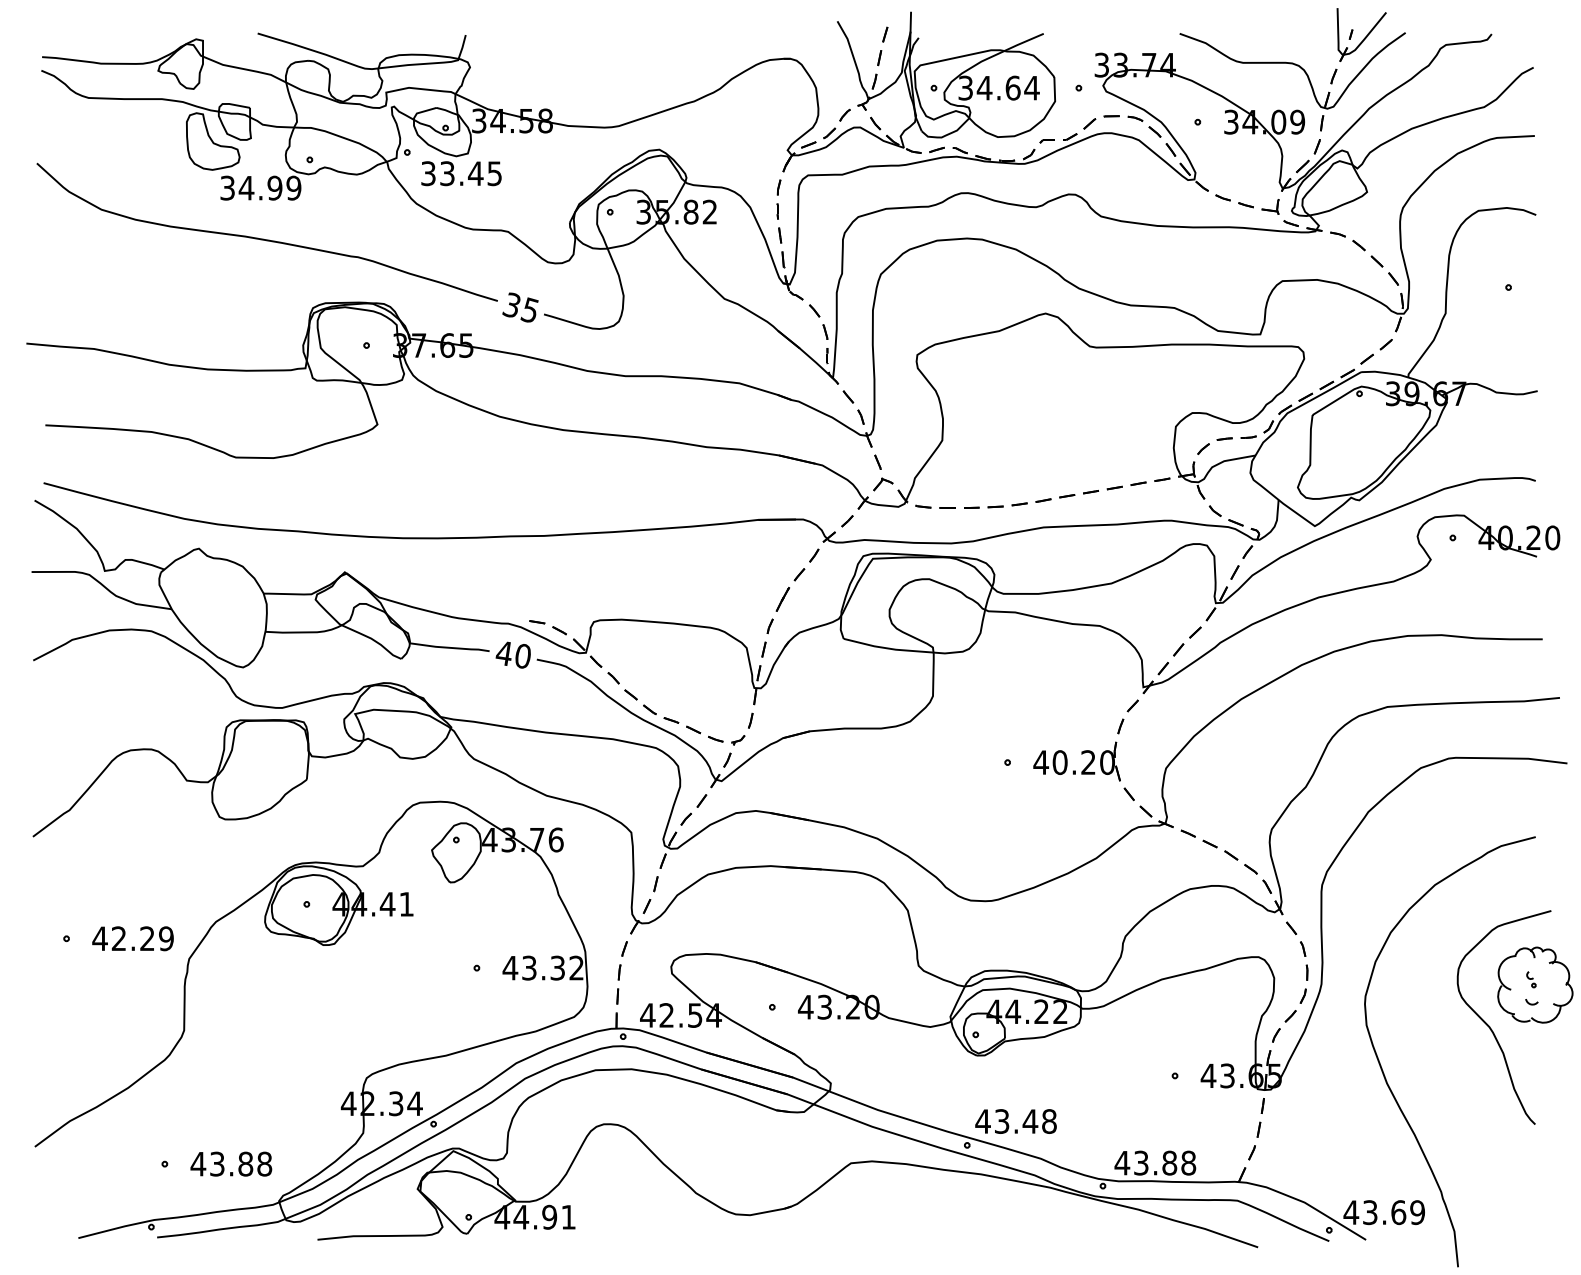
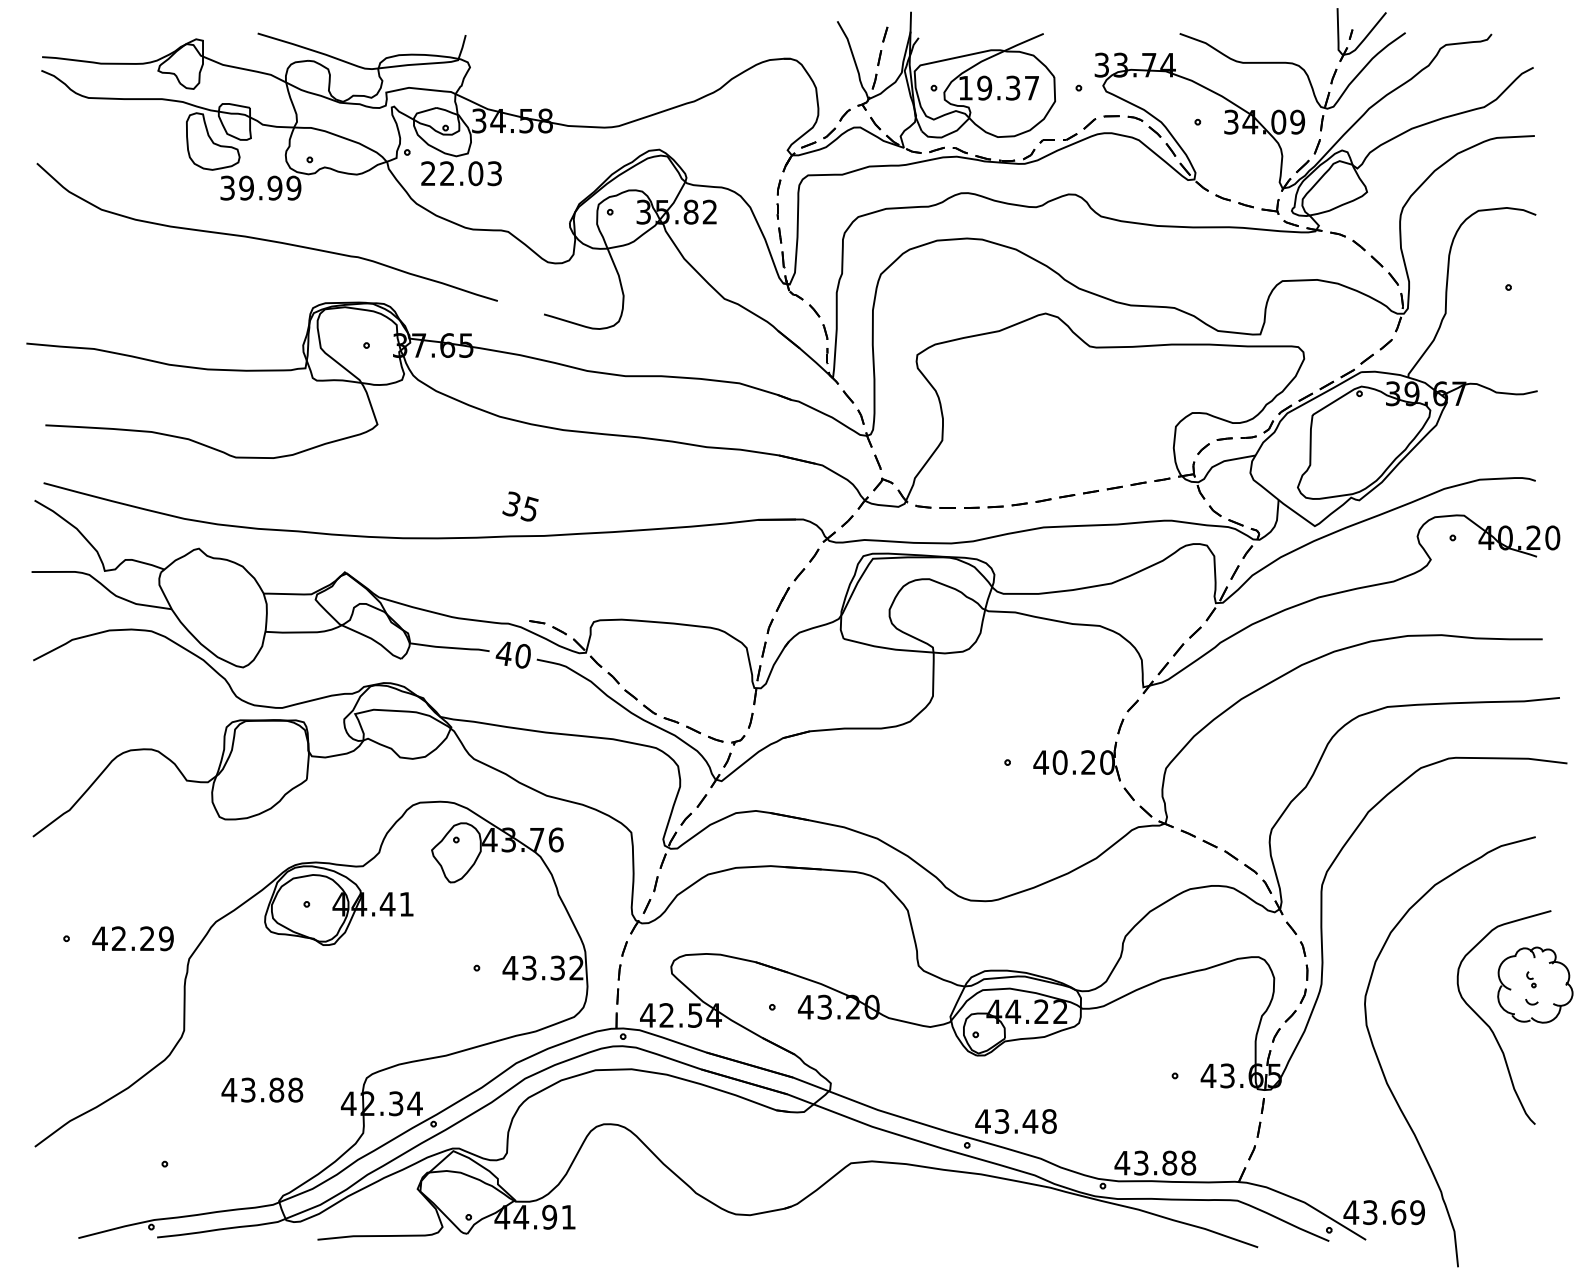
text at (998, 87): 34.64 -> 19.37
text at (461, 173): 33.45 -> 22.03
text at (246, 187): 34.99 -> 39.99
text at (520, 307) position: (520, 307) -> (520, 506)
text at (231, 1163) position: (231, 1163) -> (262, 1089)
